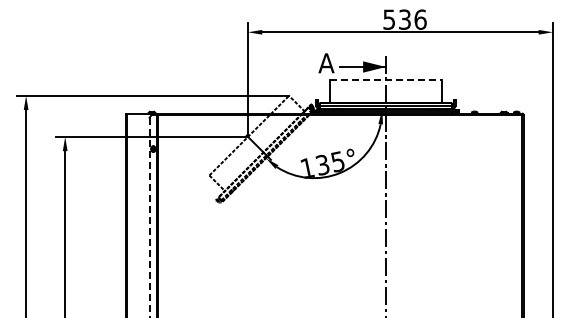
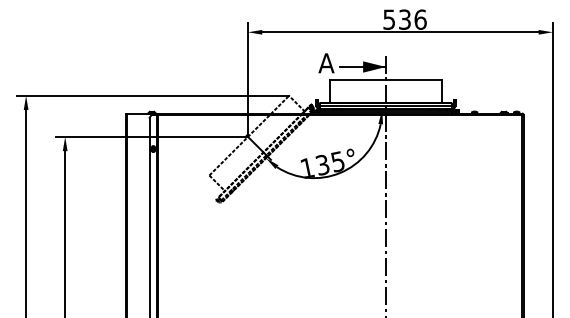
line at (386, 80): dashed -> solid
line at (149, 217): dashed -> solid
